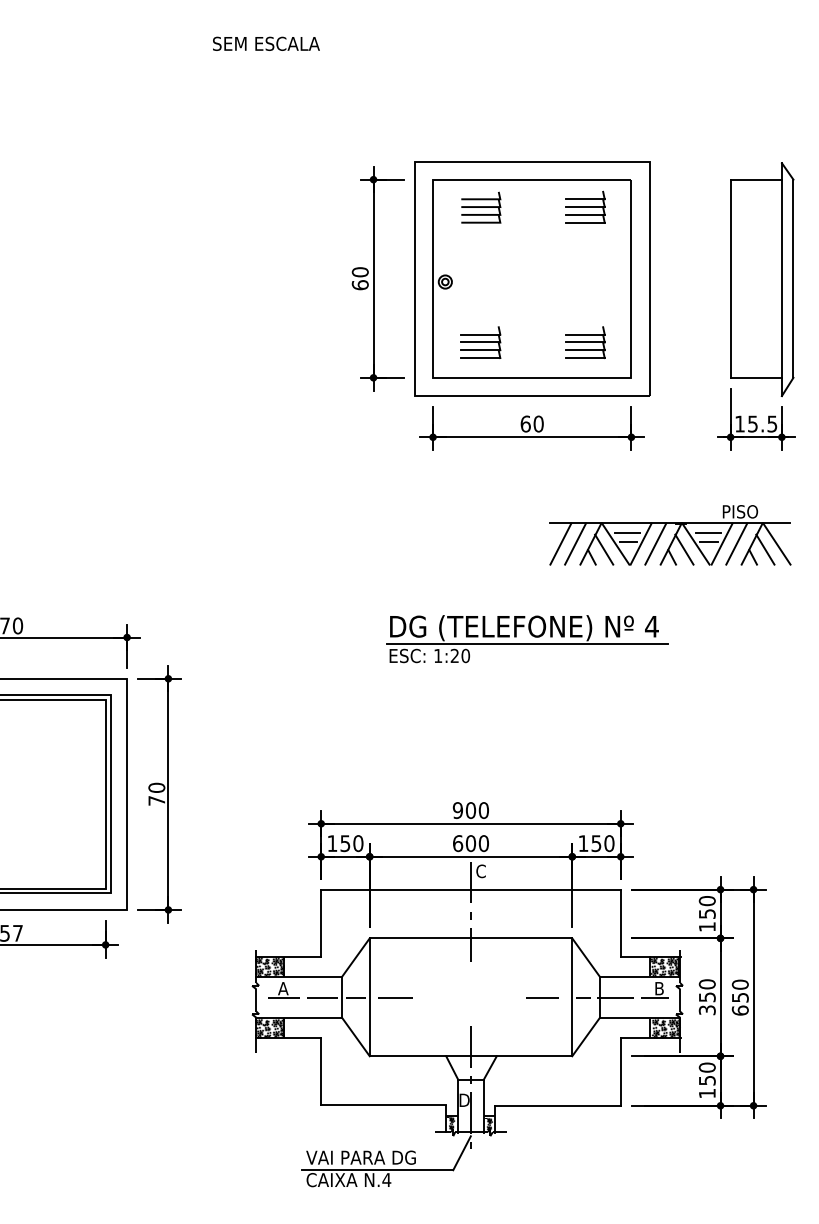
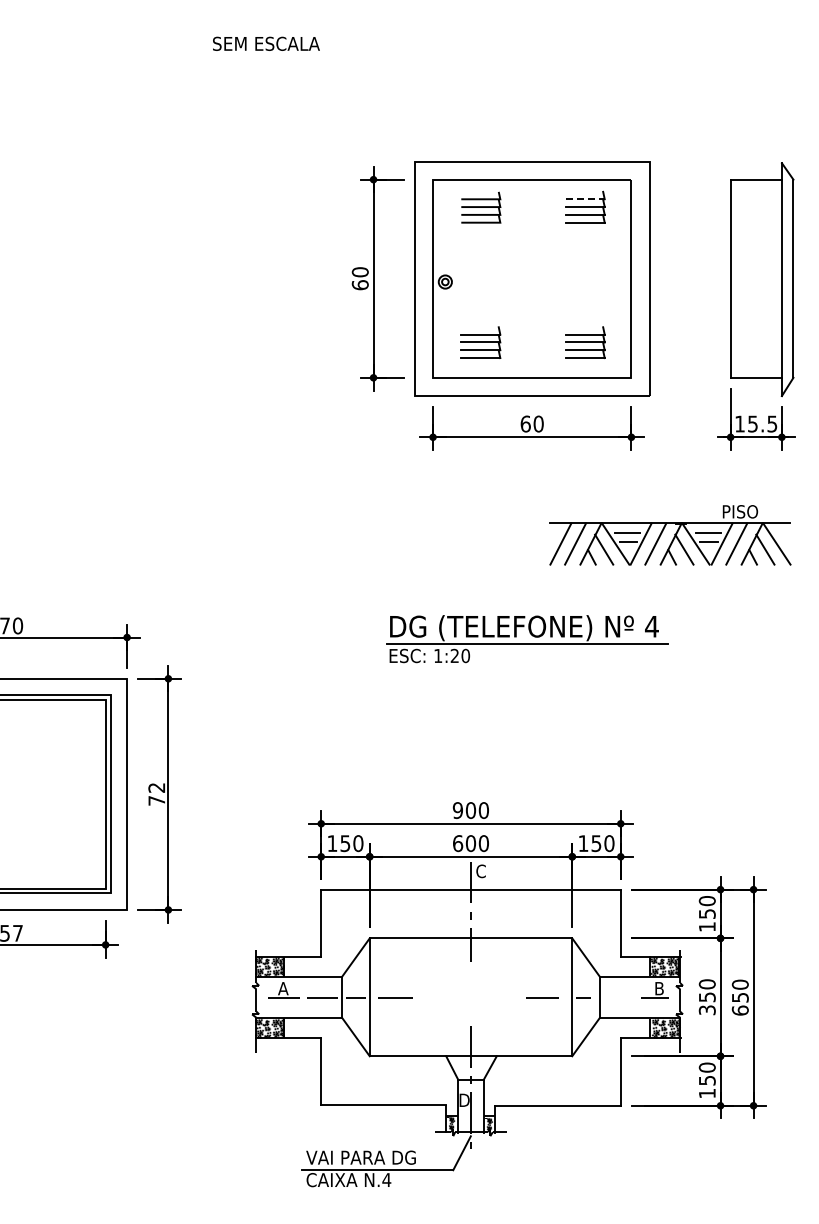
line at (585, 199): solid -> dashed
text at (156, 787): 70 -> 72
line at (615, 998): present -> none
